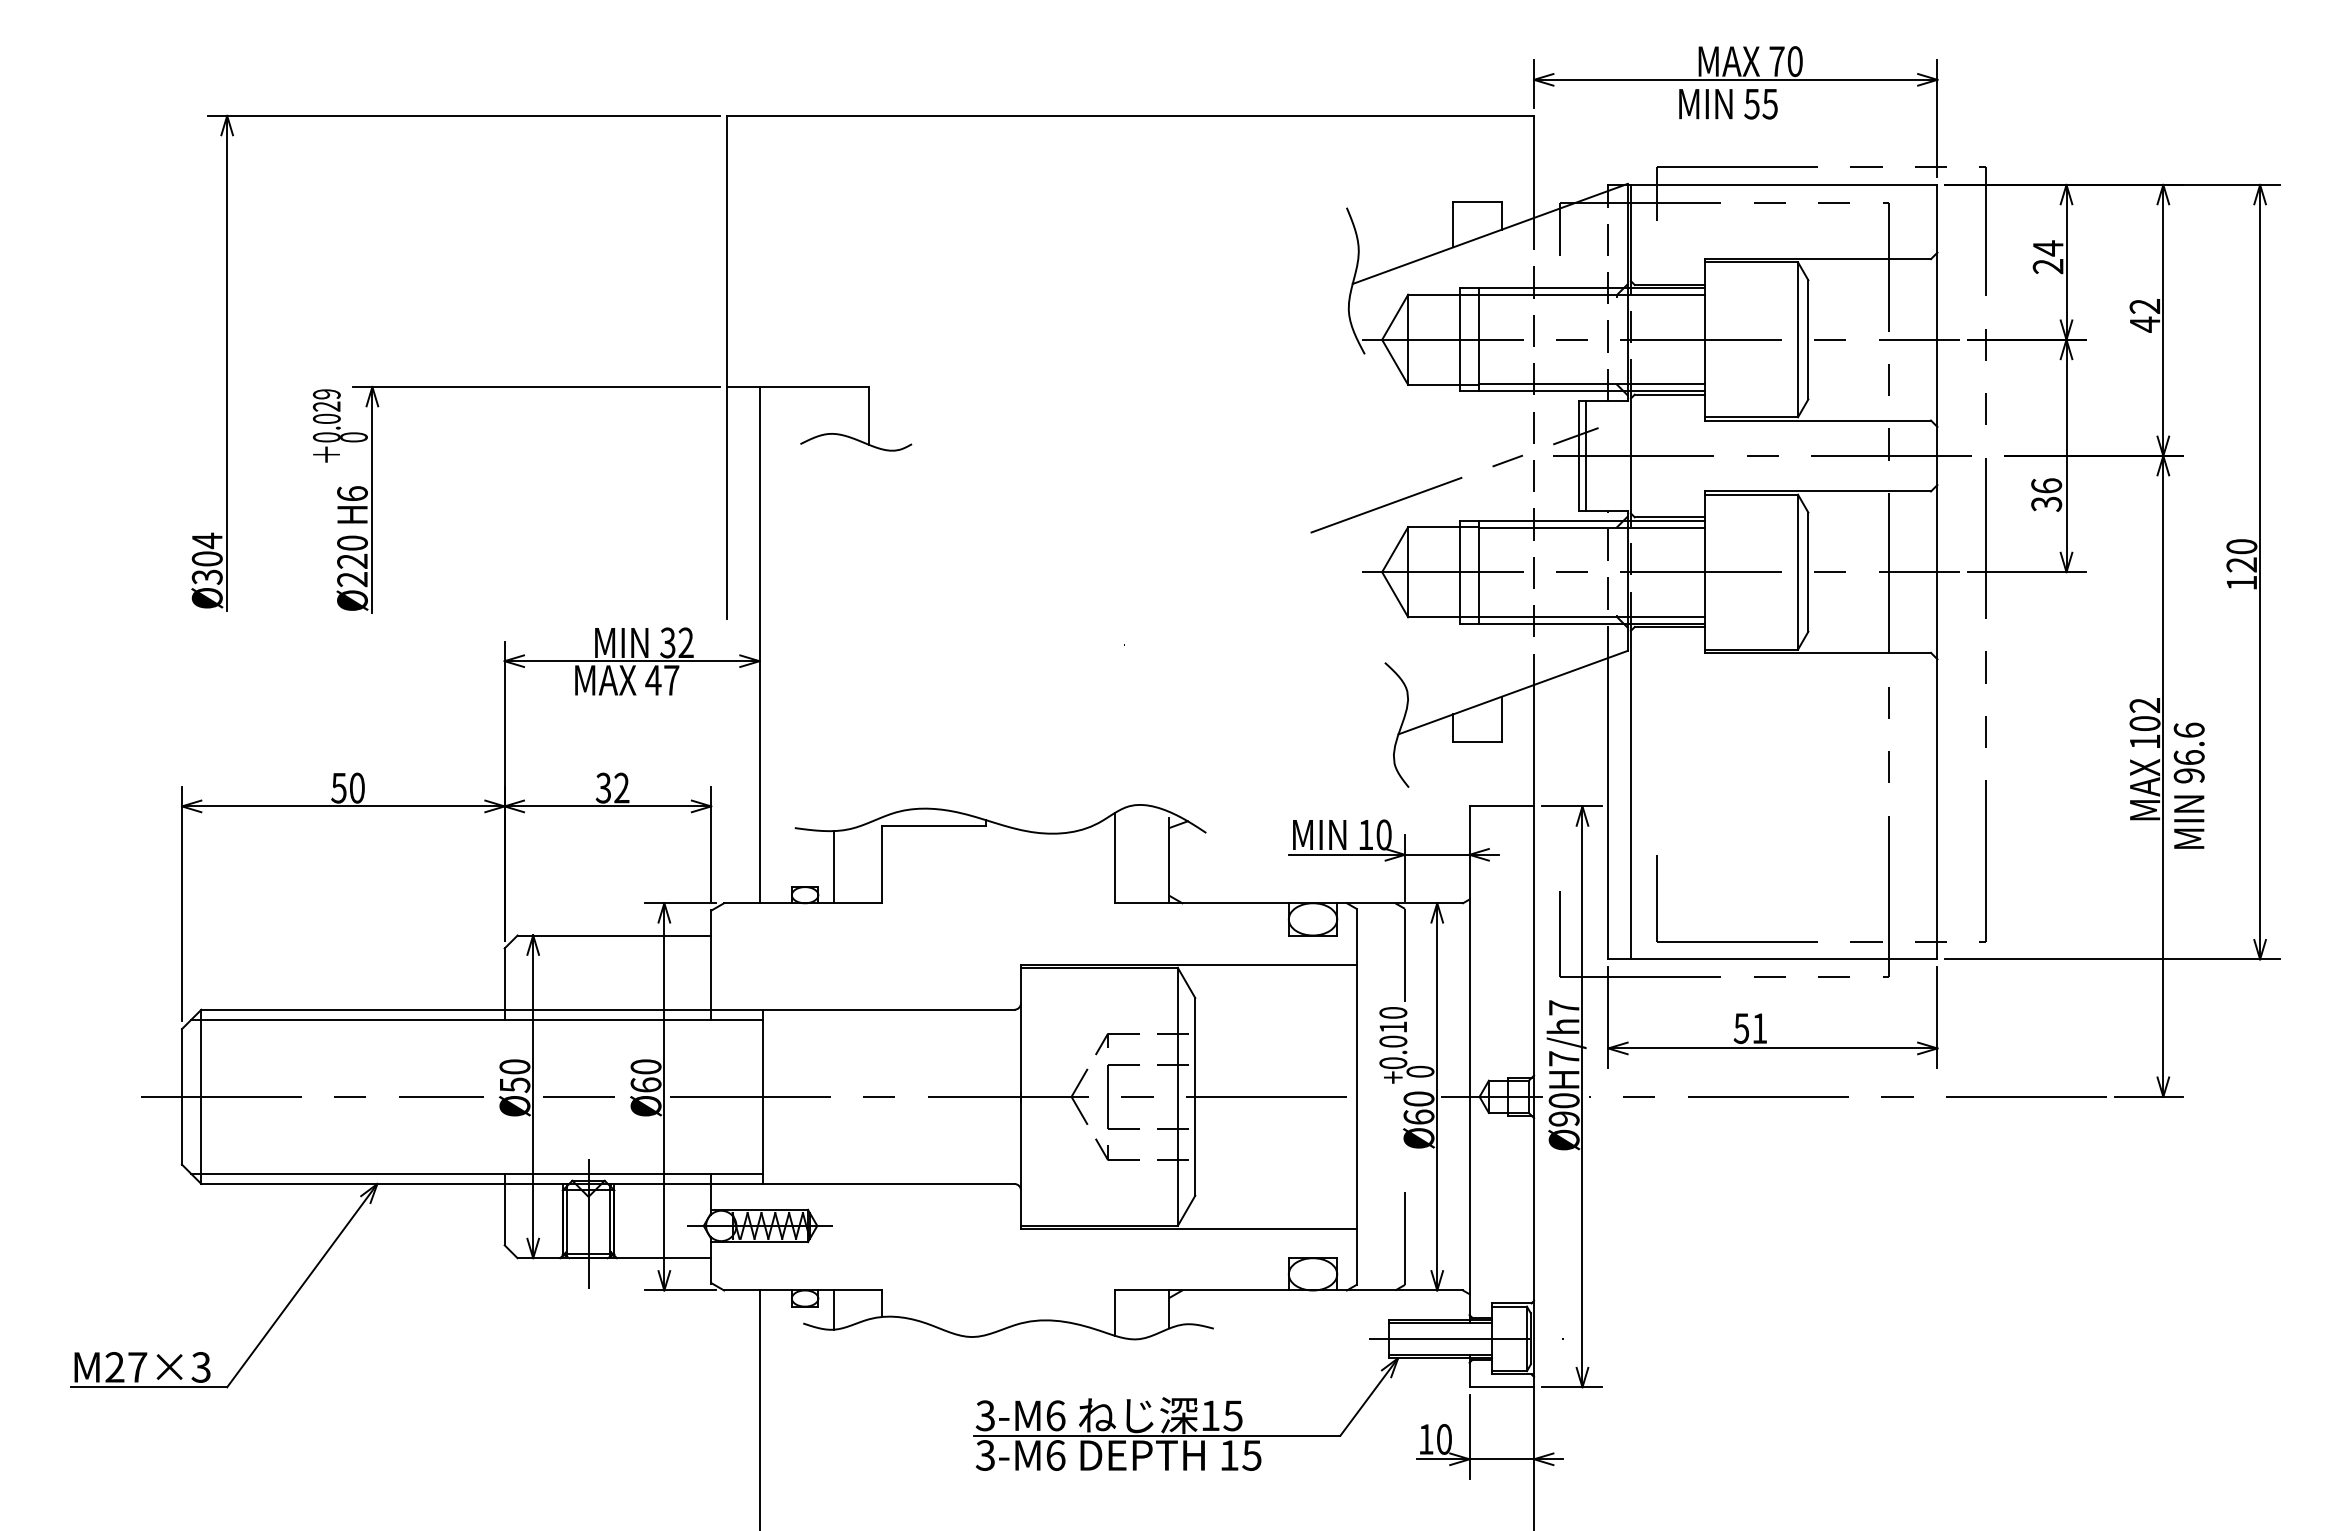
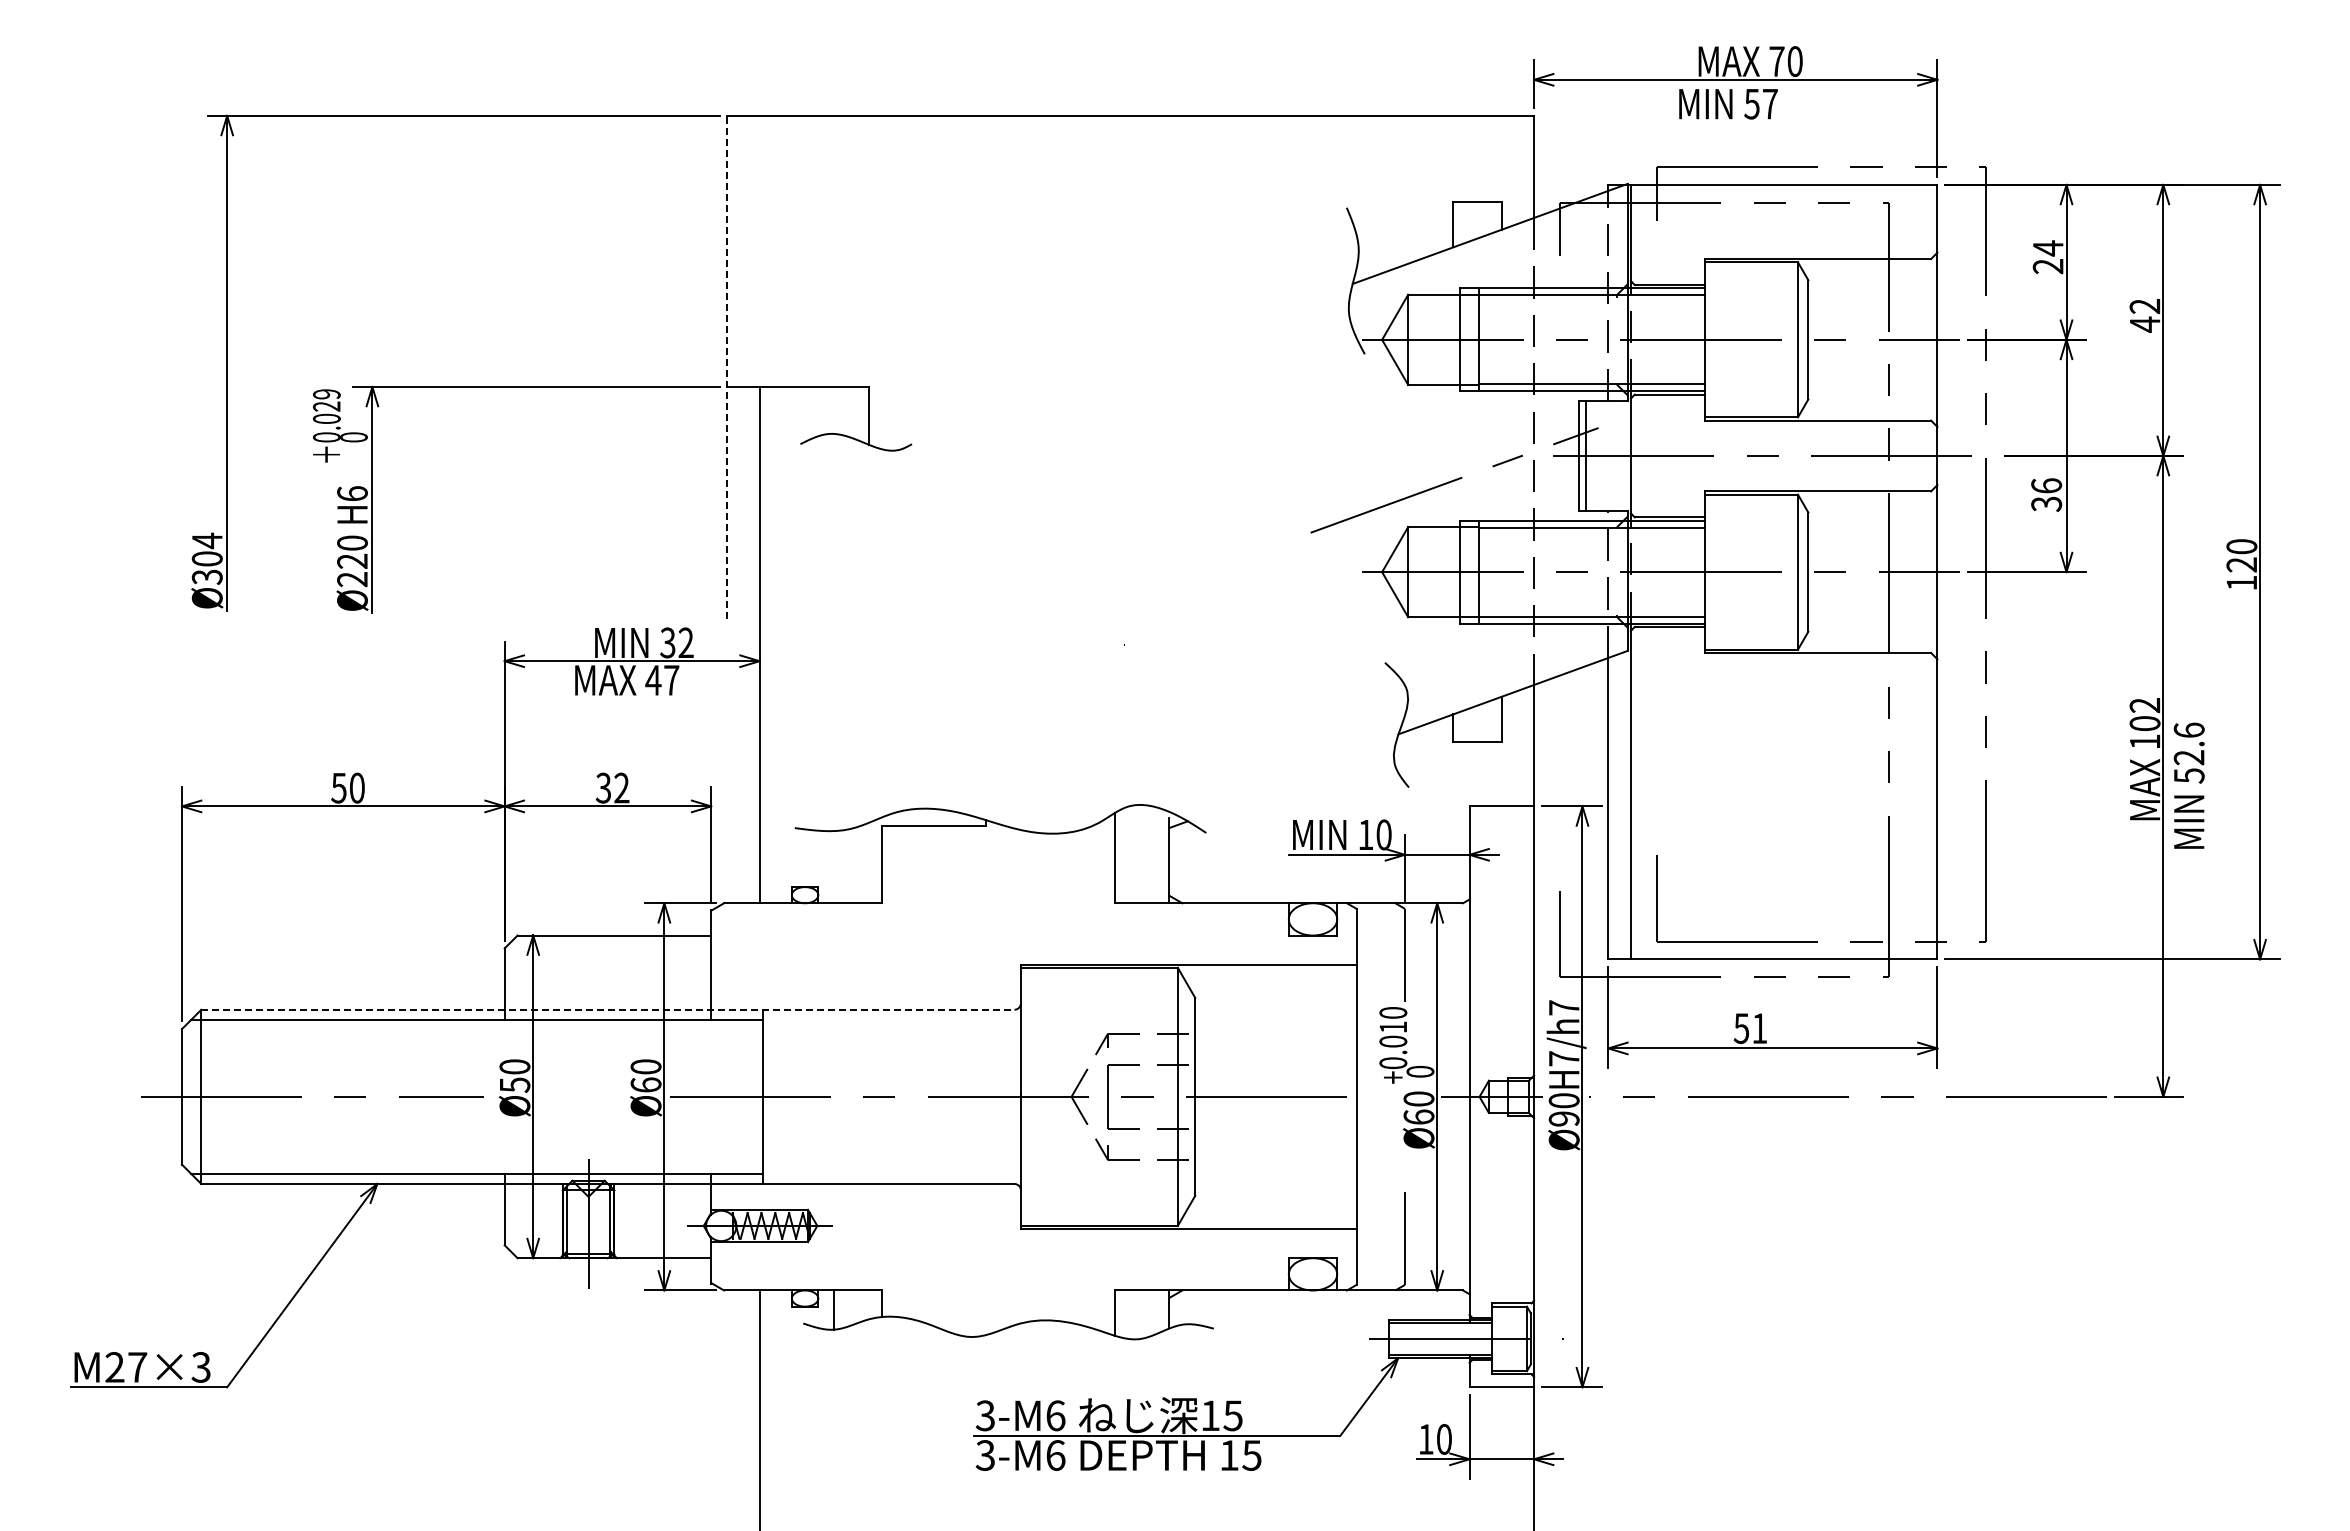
text at (1769, 104): 55 -> 57
line at (727, 367): solid -> dashed
text at (2188, 766): 96.6 -> 52.6
line at (833, 867): present -> none
line at (607, 1009): solid -> dashed
line at (578, 1096): present -> none
